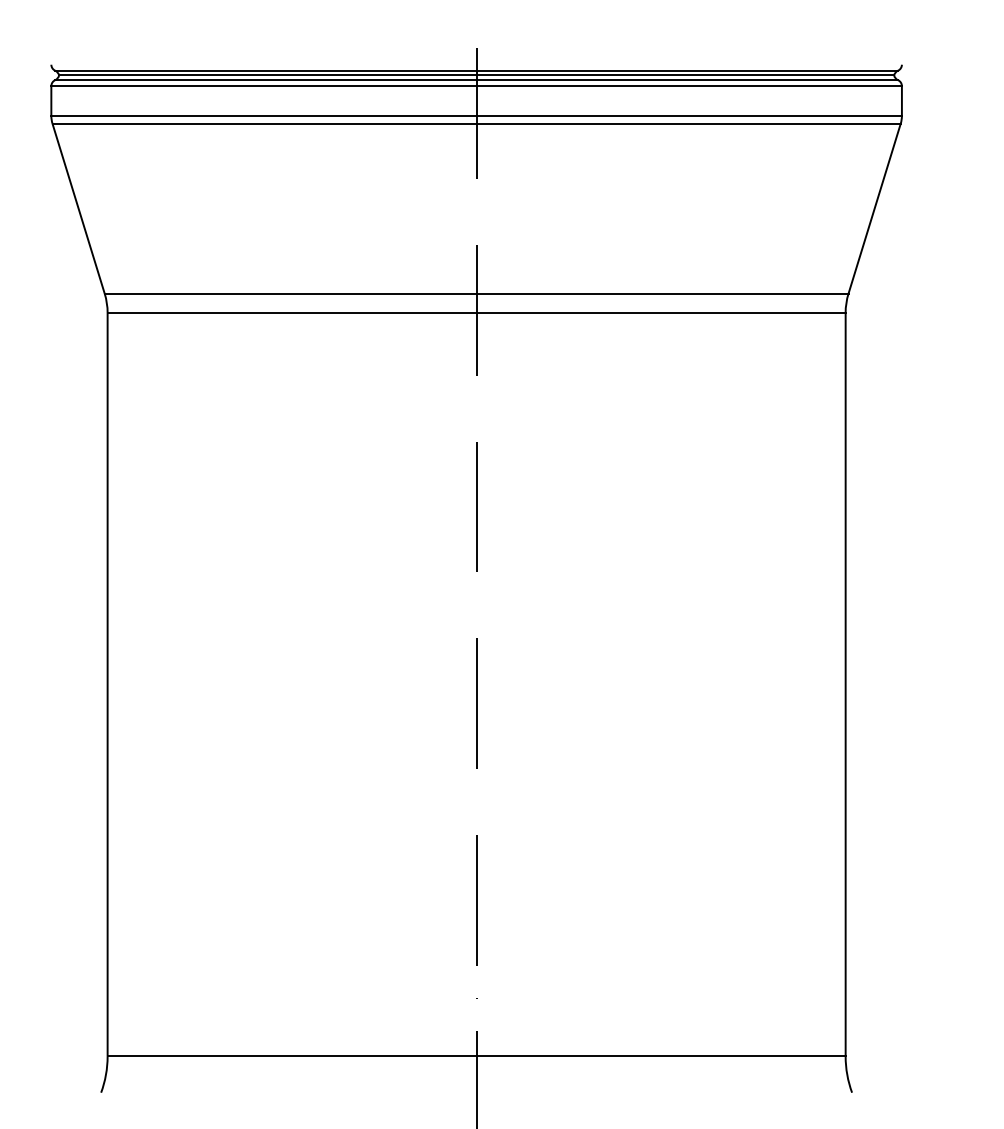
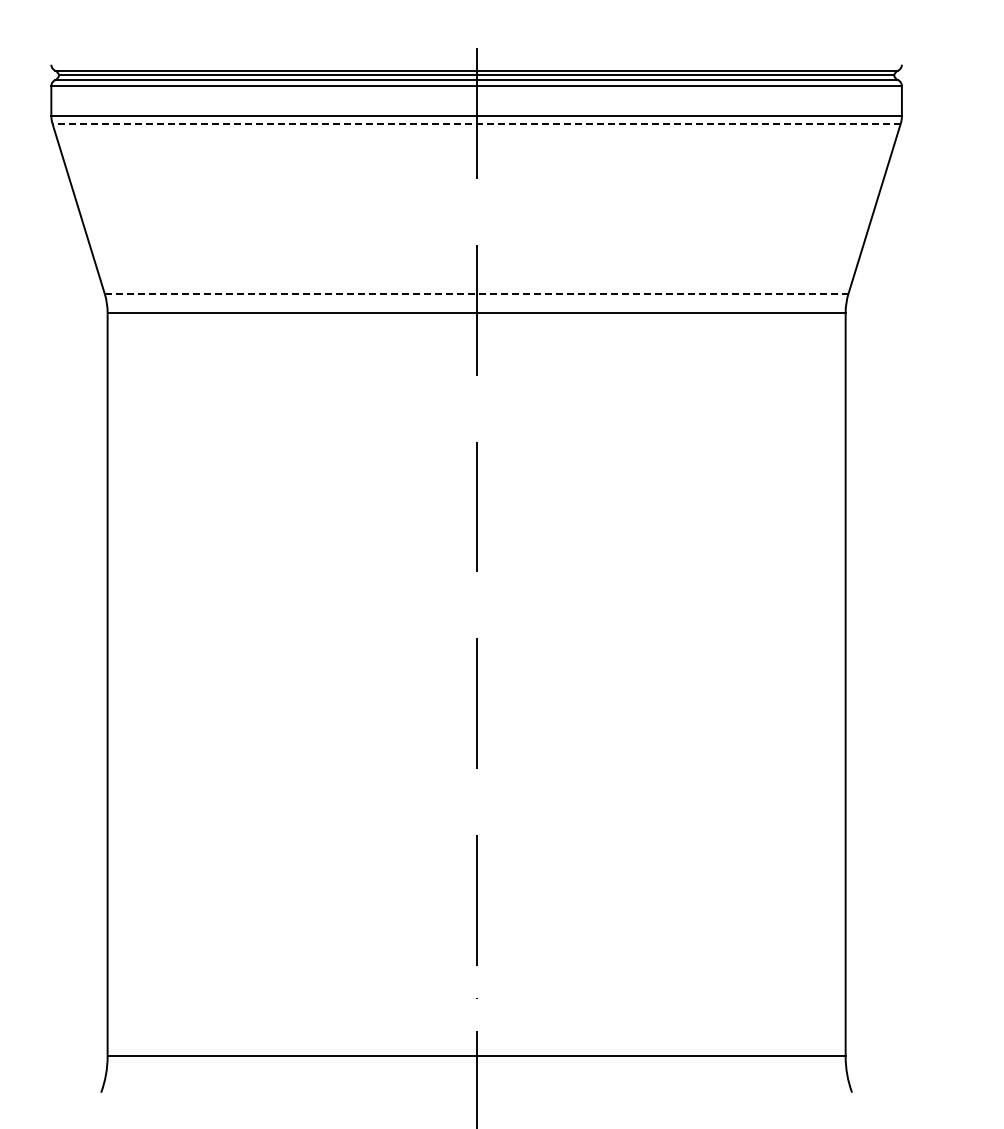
line at (476, 123): solid -> dashed
line at (476, 293): solid -> dashed
